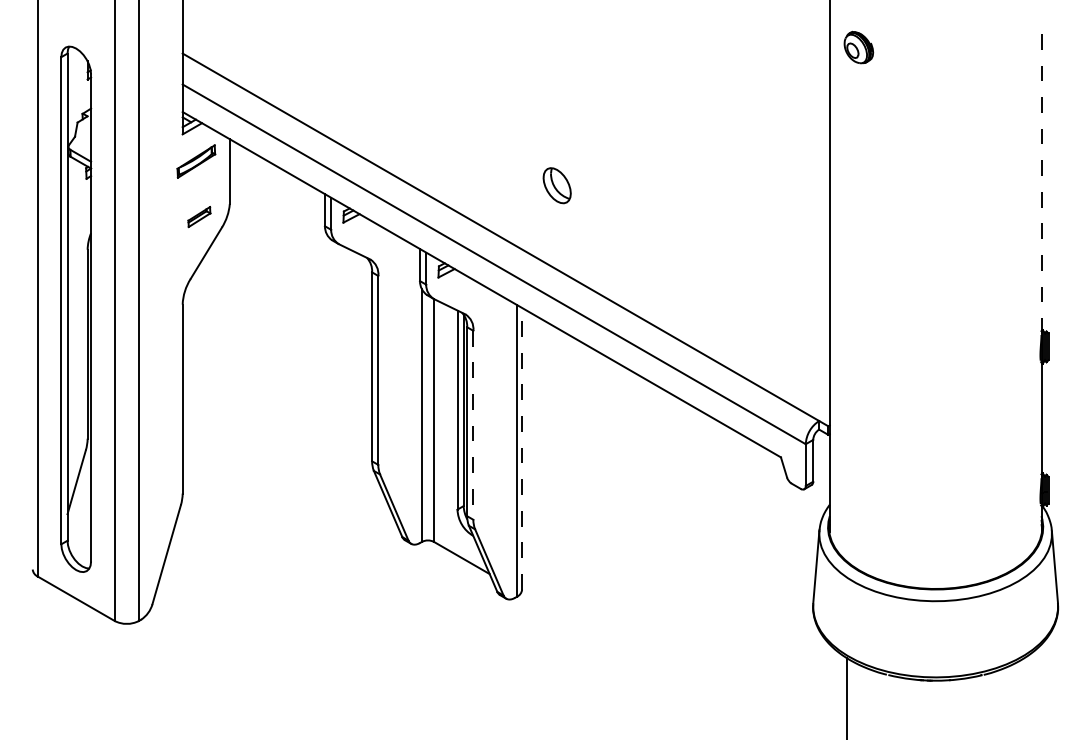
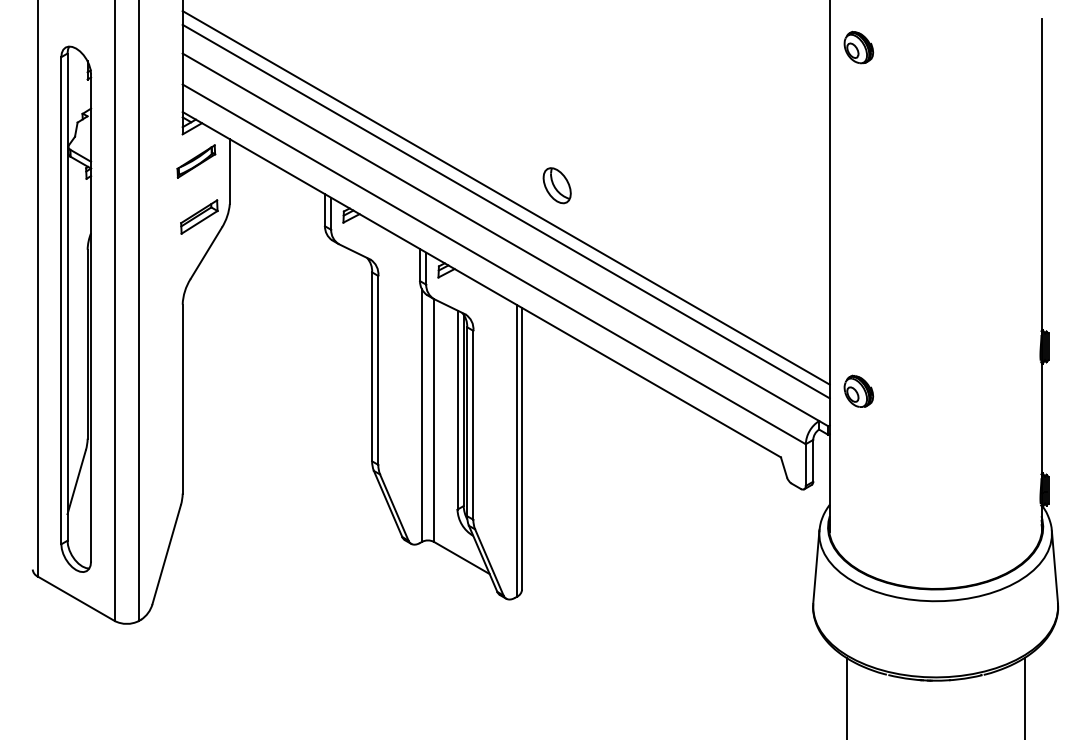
line at (1041, 176): dashed -> solid
line at (505, 197): none -> present
line at (505, 211): none -> present
part at (199, 217) size: 25x23 px -> 39x36 px
part at (858, 390): none -> present
line at (473, 425): dashed -> solid
line at (522, 448): dashed -> solid
line at (1024, 696): none -> present
